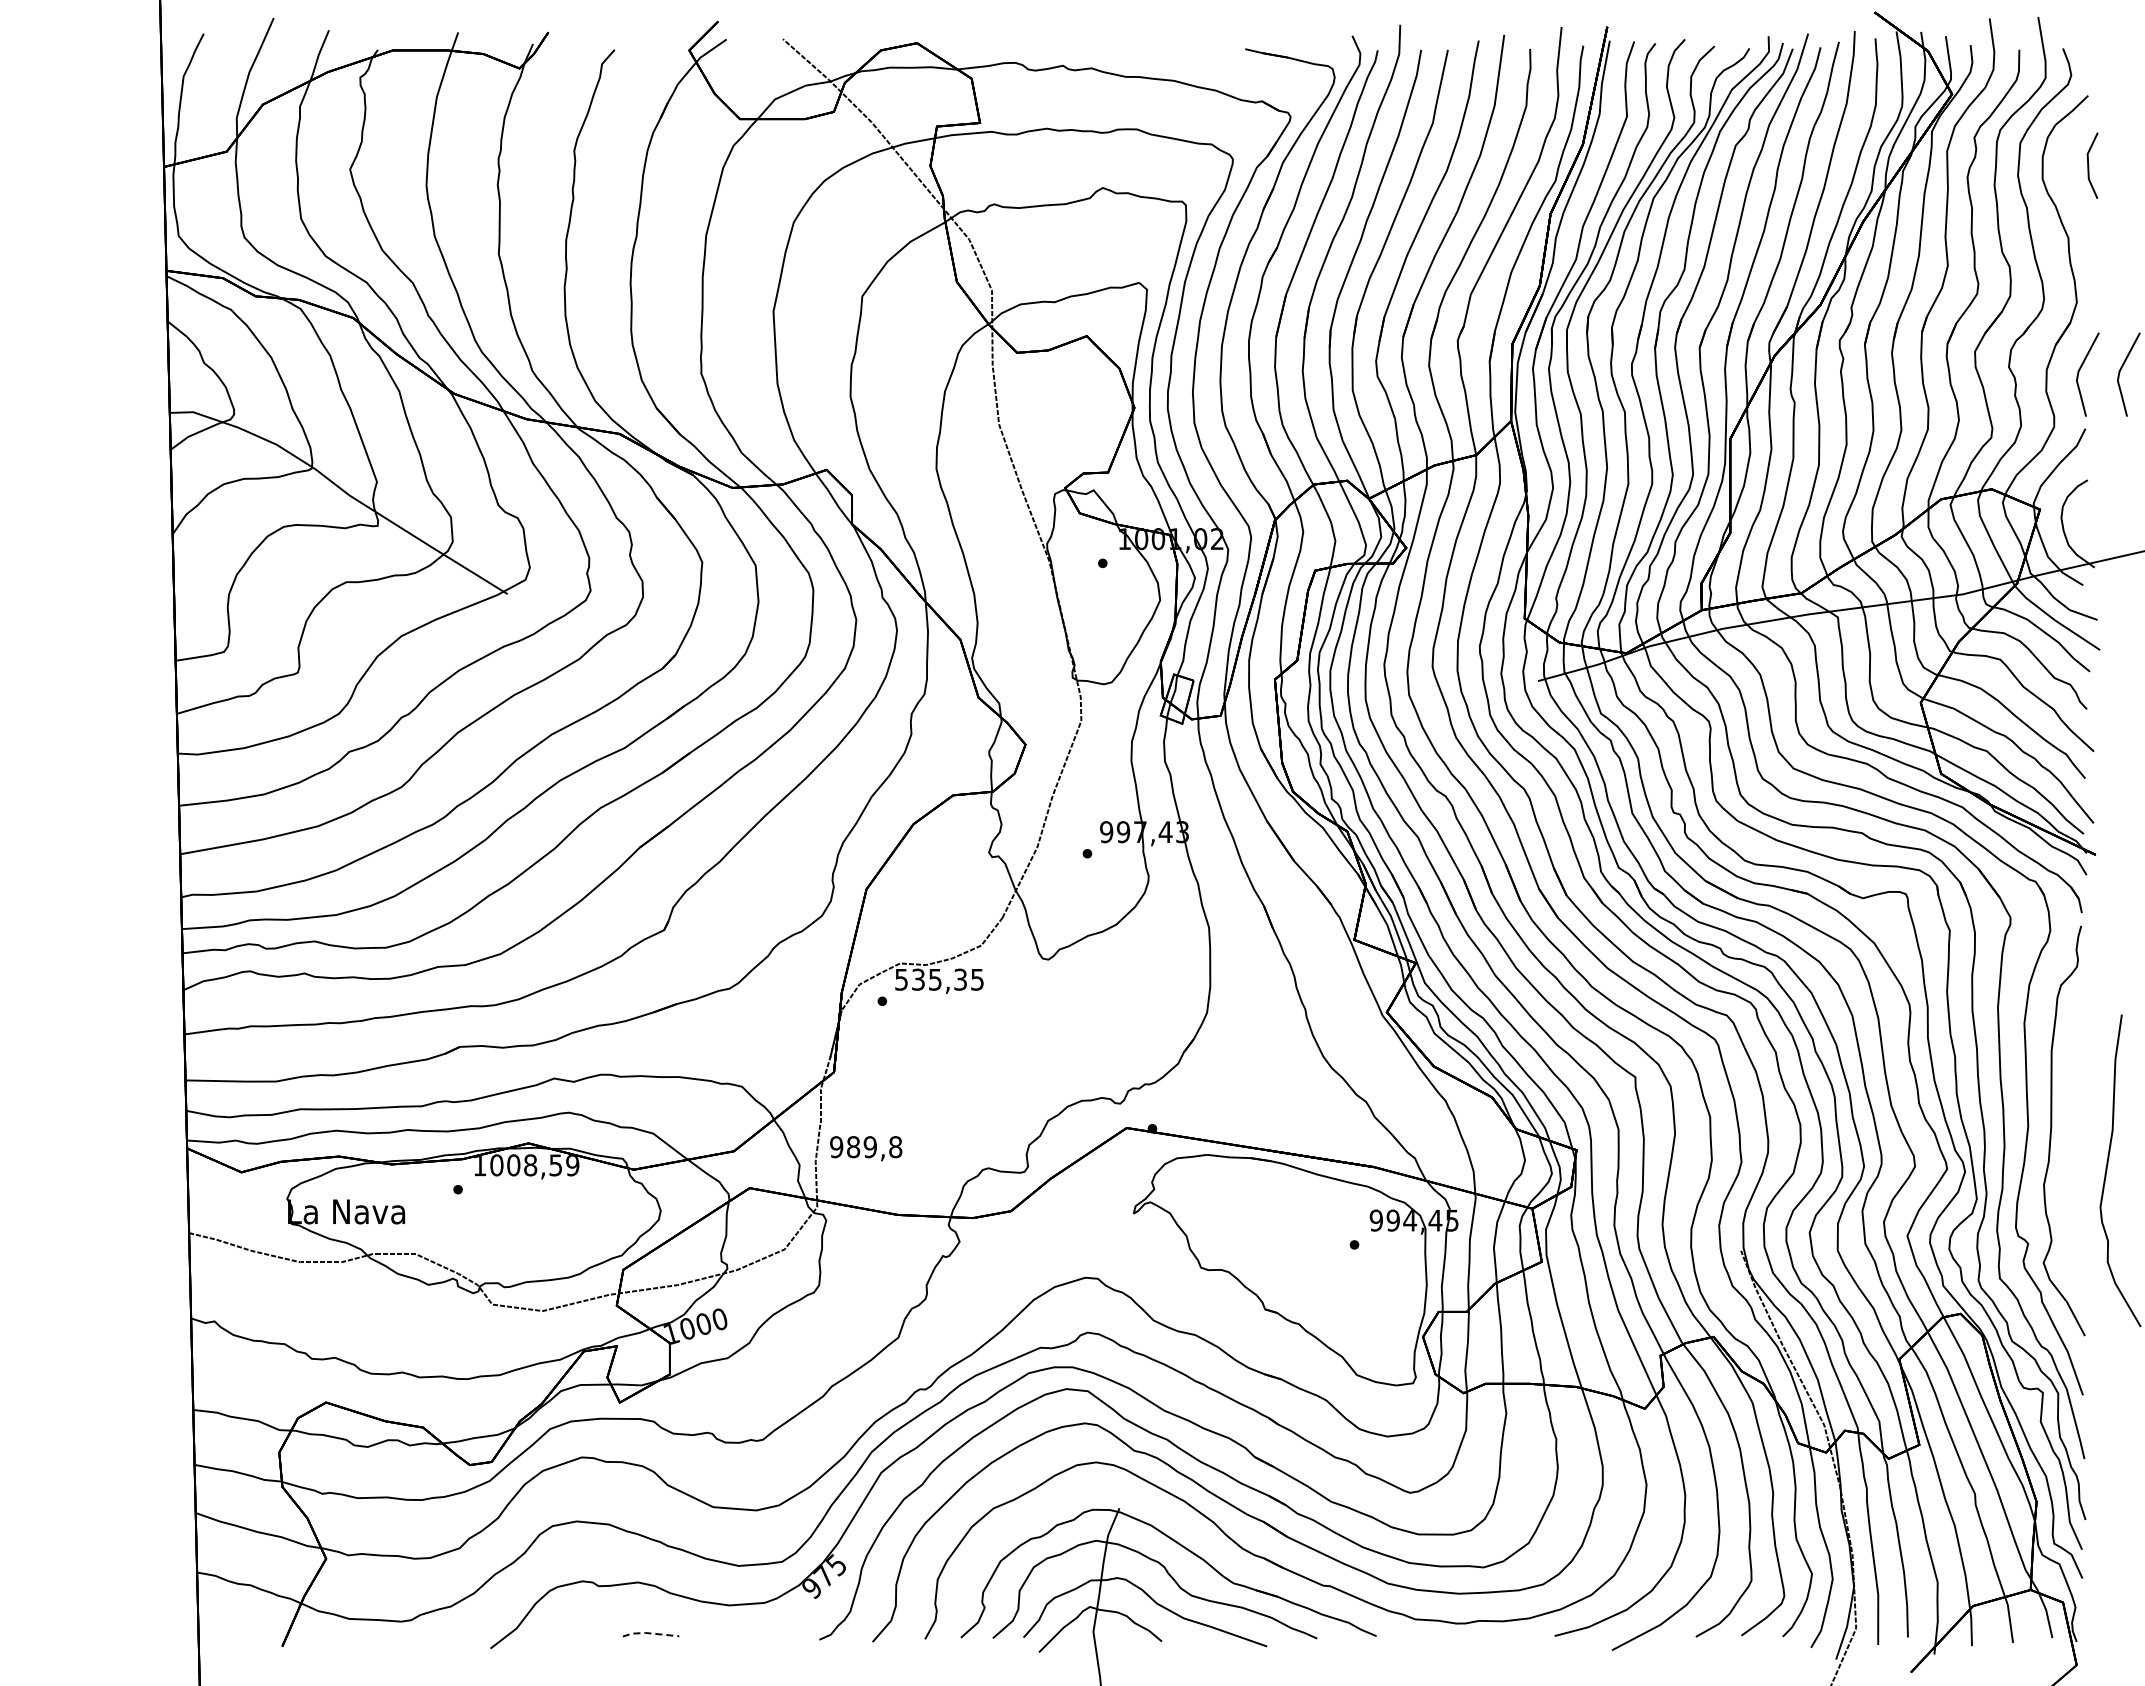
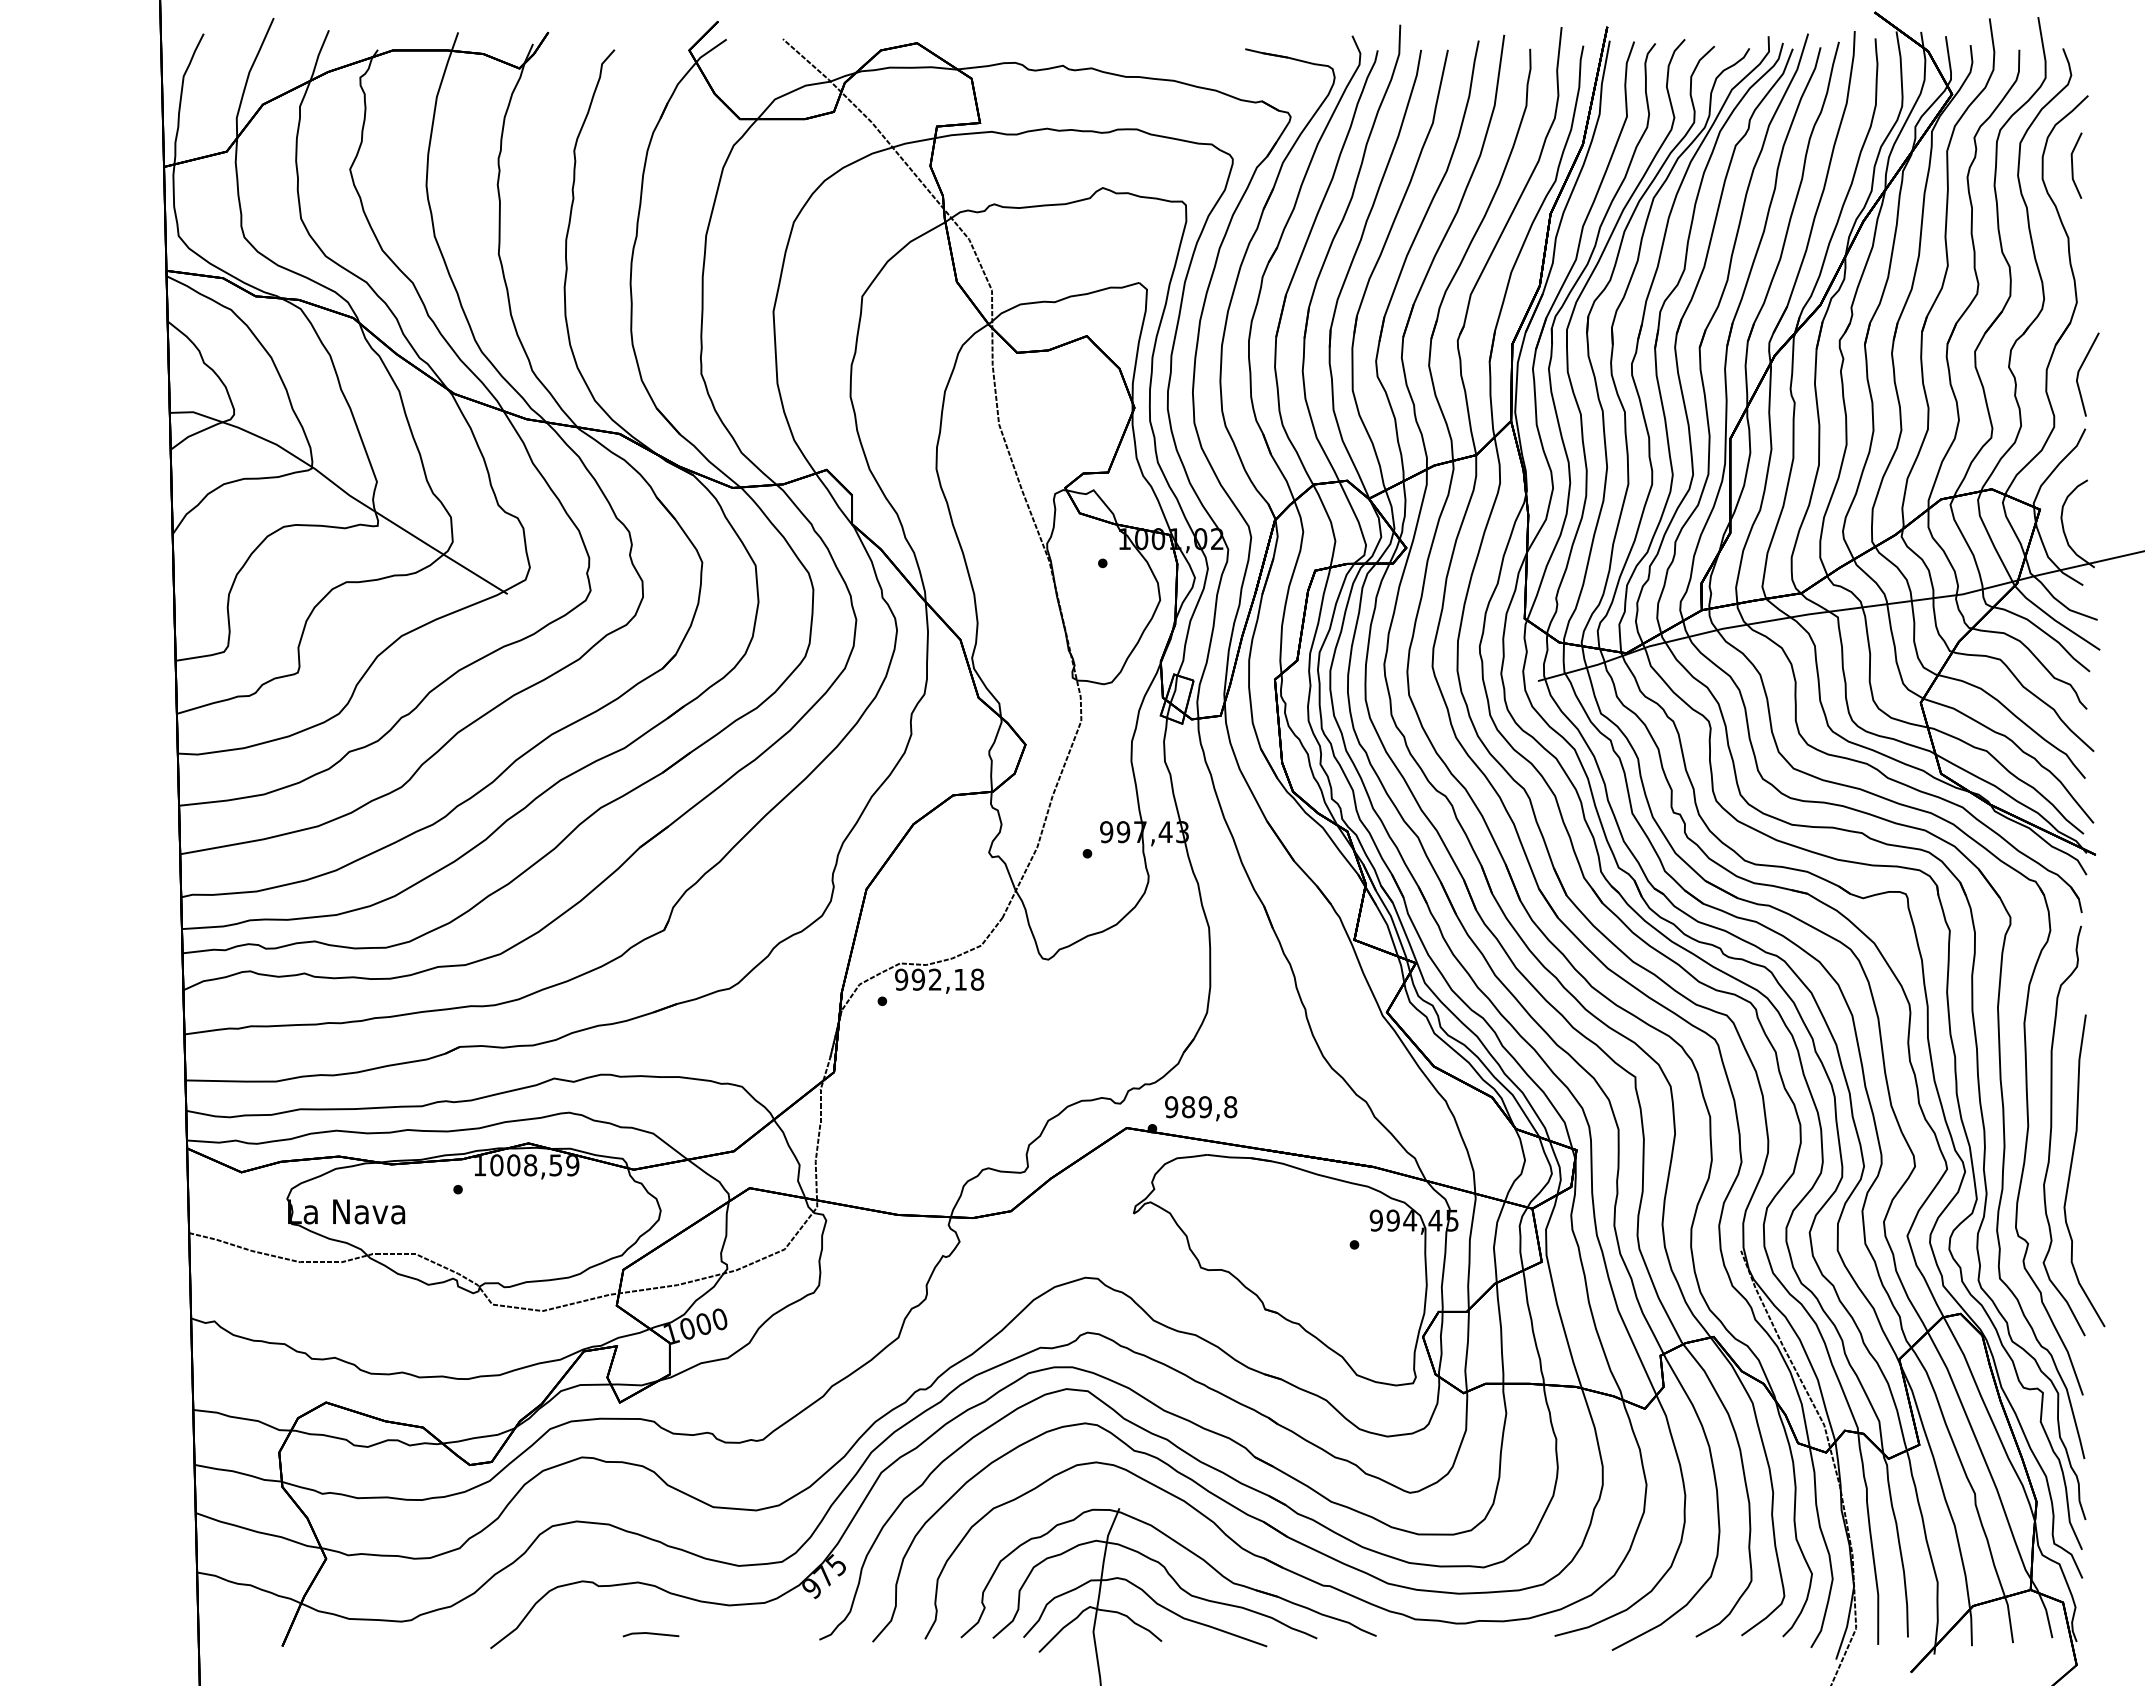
line at (2089, 165) position: (2089, 165) -> (2073, 165)
line at (2121, 370): present -> none
text at (939, 979): 535,35 -> 992,18
text at (866, 1148) position: (866, 1148) -> (1201, 1108)
curve at (2107, 1170) position: (2107, 1170) -> (2071, 1170)
line at (649, 1633): dashed -> solid
